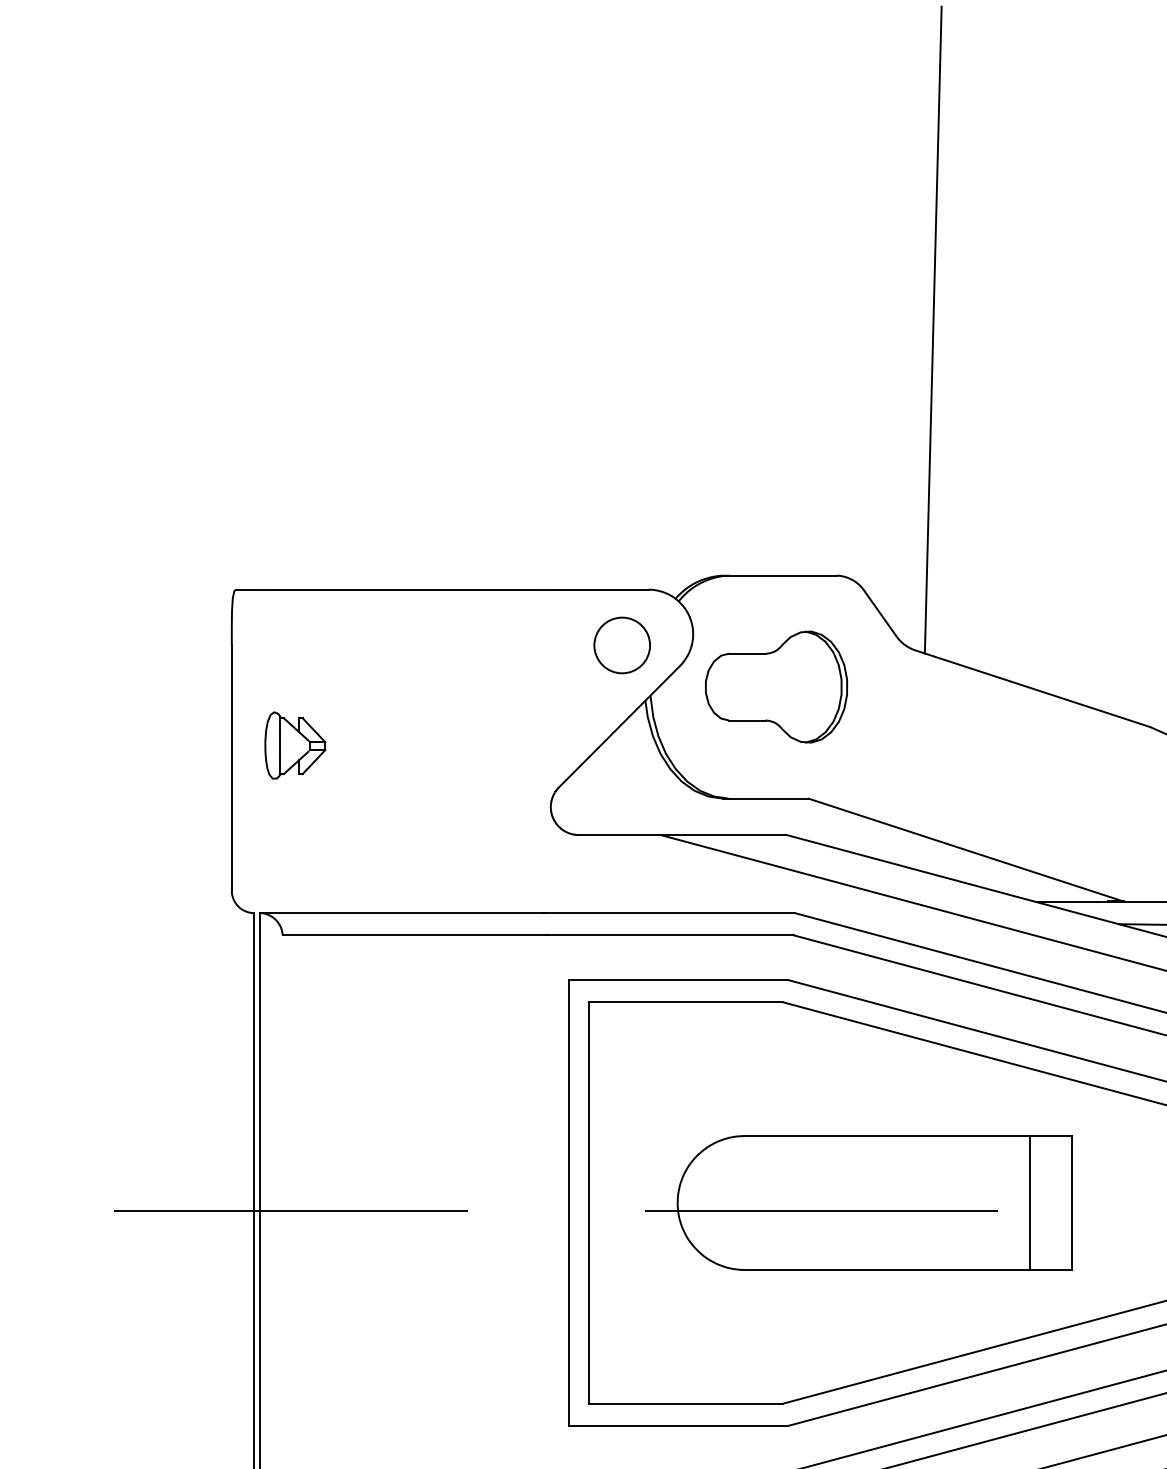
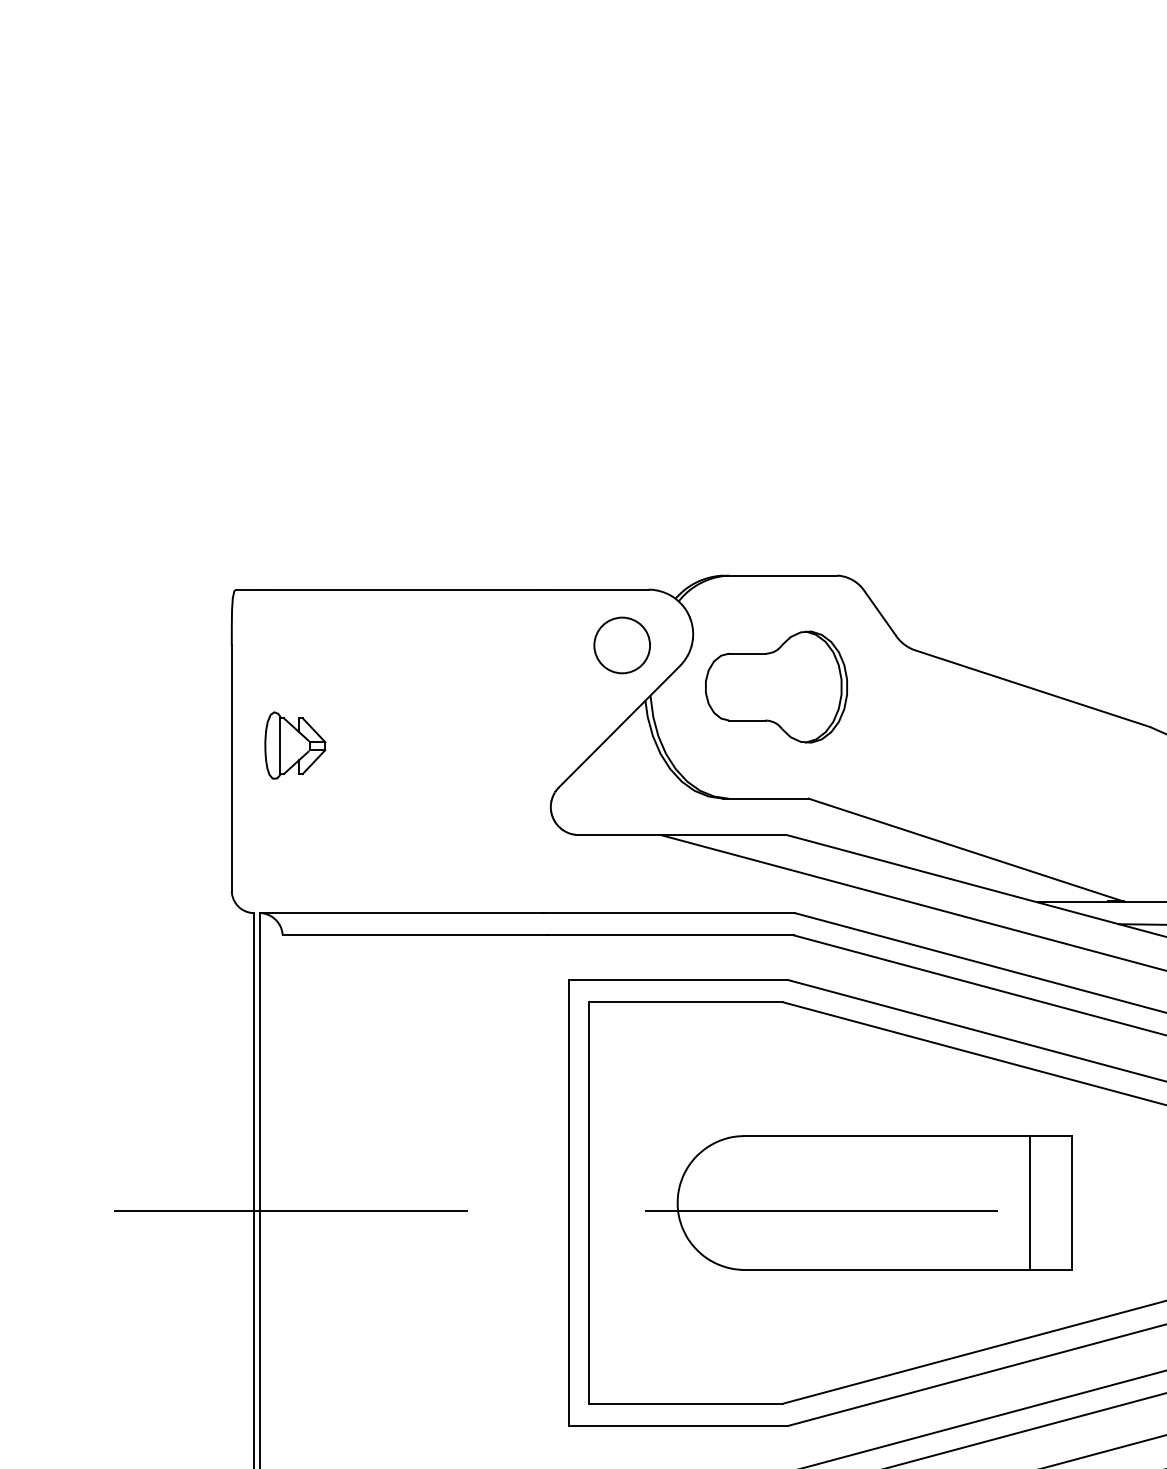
line at (932, 329): present -> none
